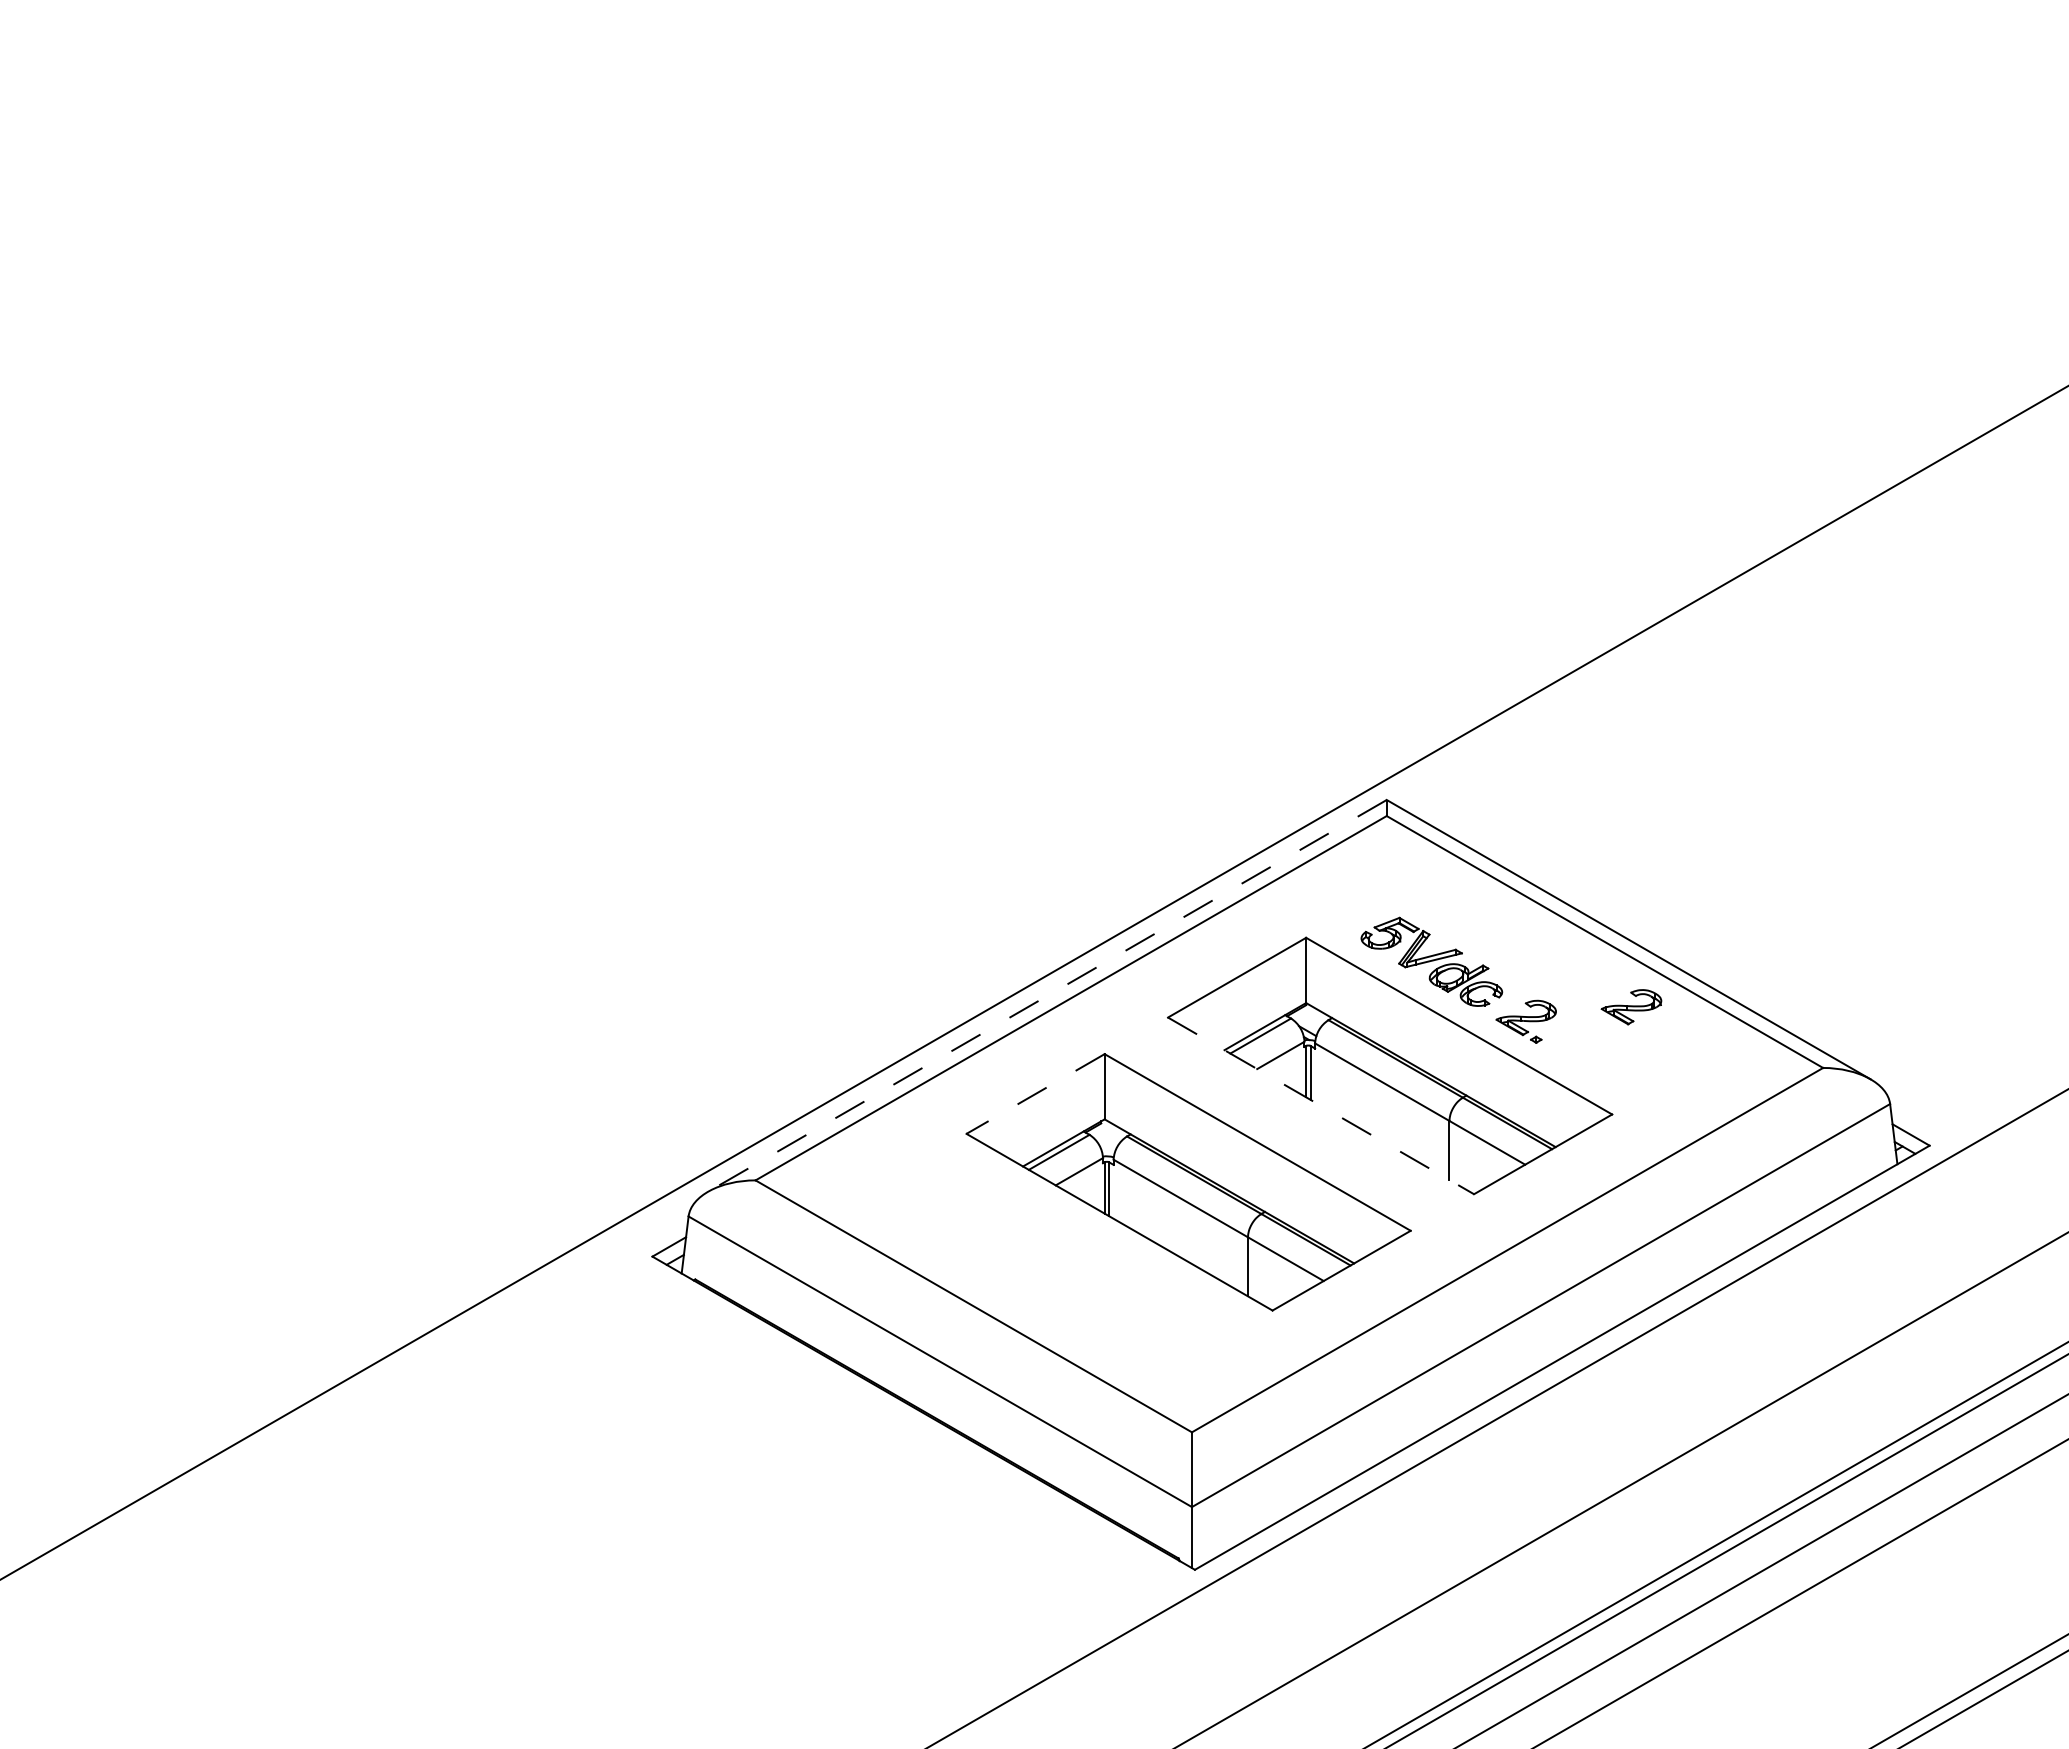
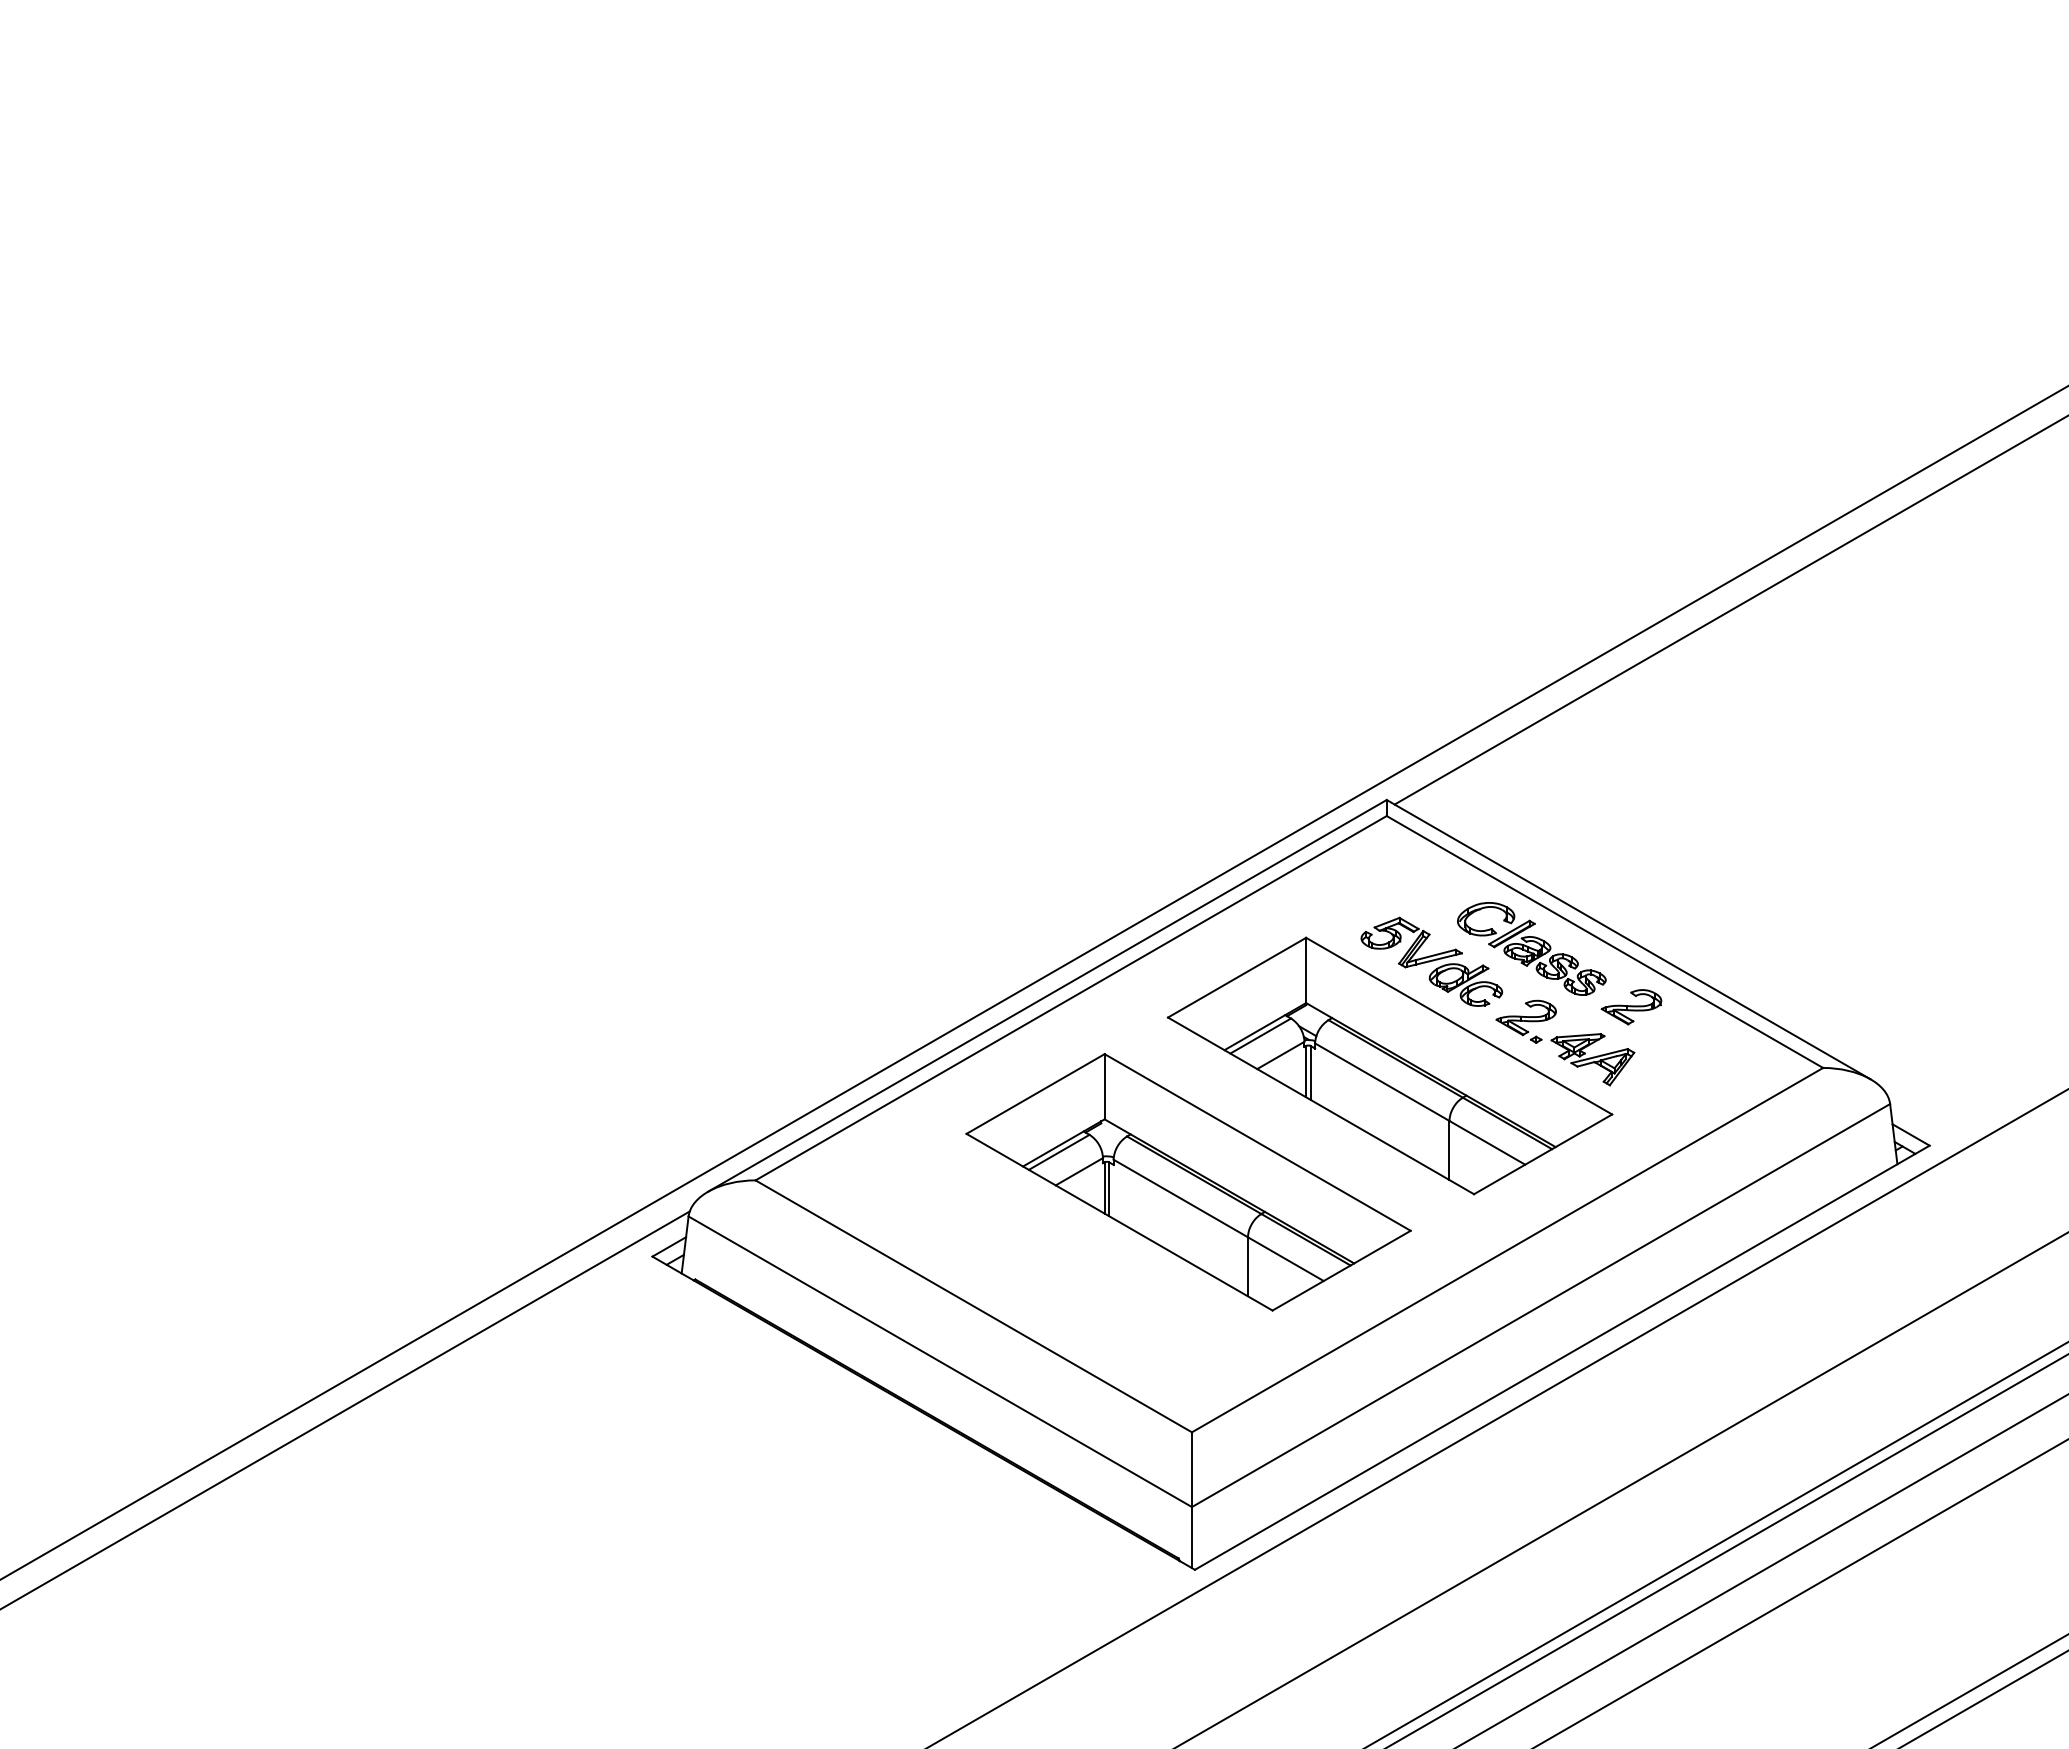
line at (1729, 610): none -> present
part at (1531, 948): none -> present
line at (1047, 995): dashed -> solid
part at (1592, 1059): none -> present
line at (1035, 1094): dashed -> solid
line at (1321, 1105): dashed -> solid
line at (345, 1409): none -> present
